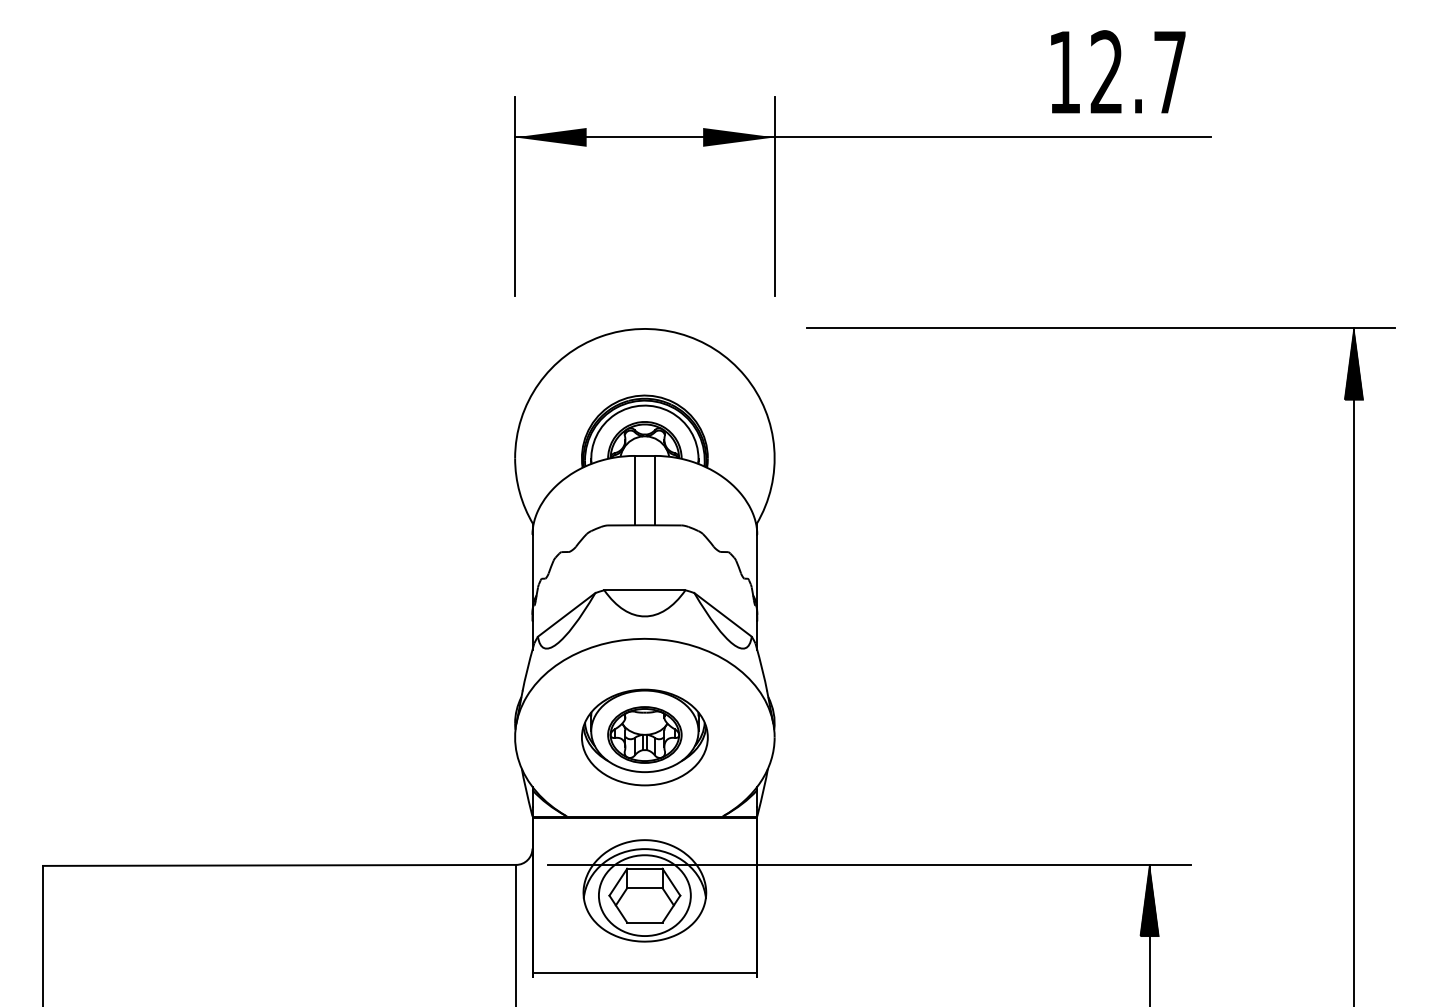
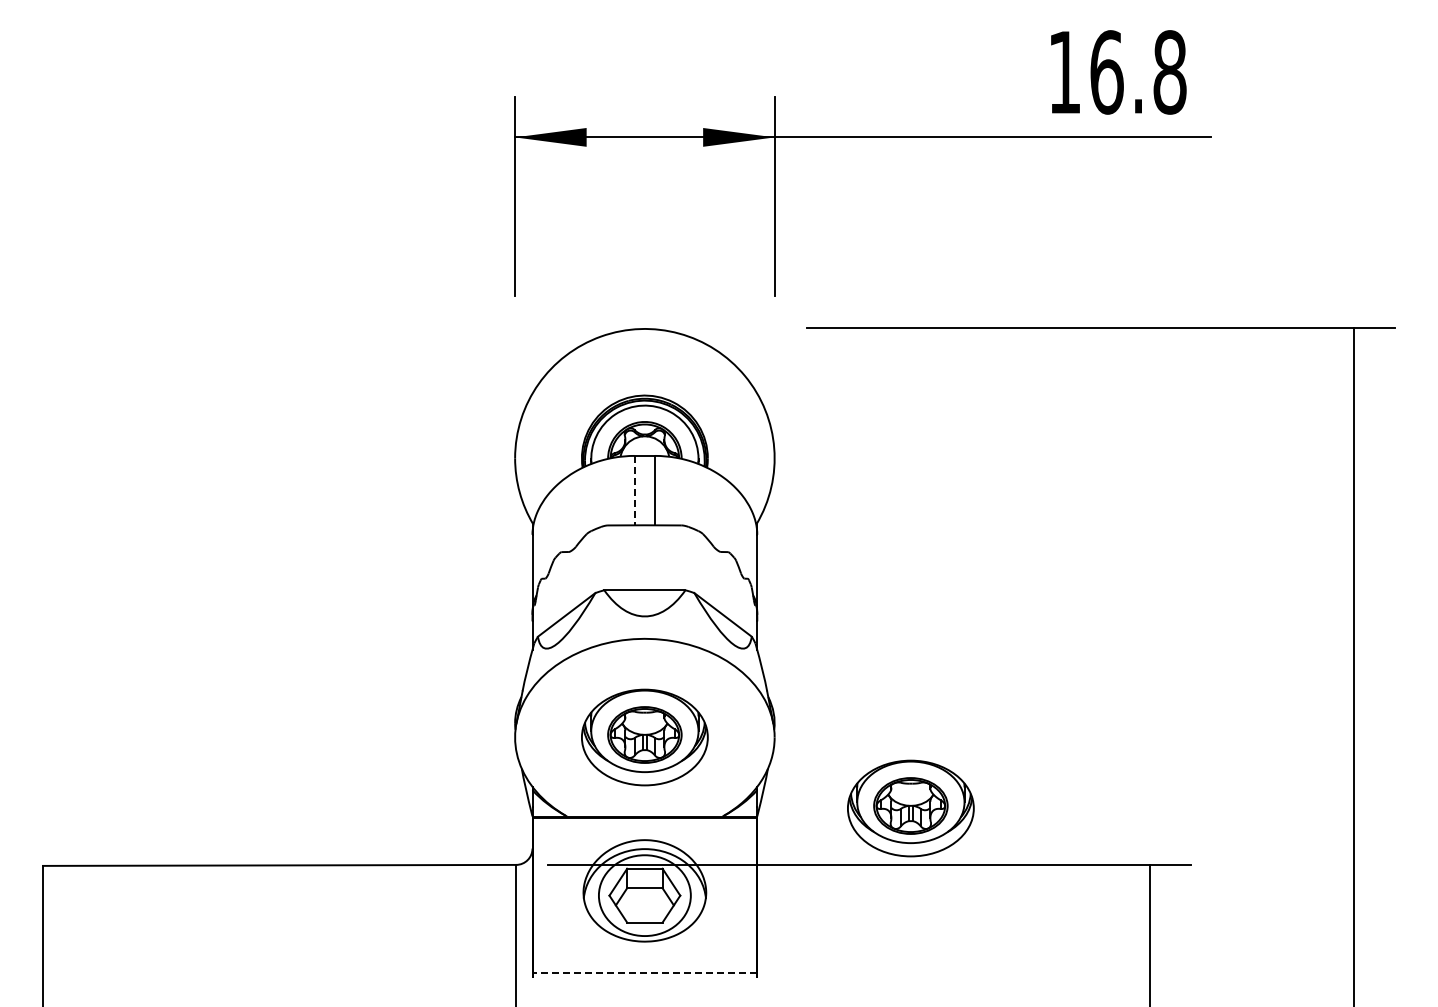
text at (1138, 72): 12.7 -> 16.8
hatch at (1353, 364): present -> none
line at (634, 490): solid -> dashed
part at (910, 808): none -> present
hatch at (1149, 900): present -> none
line at (644, 972): solid -> dashed
